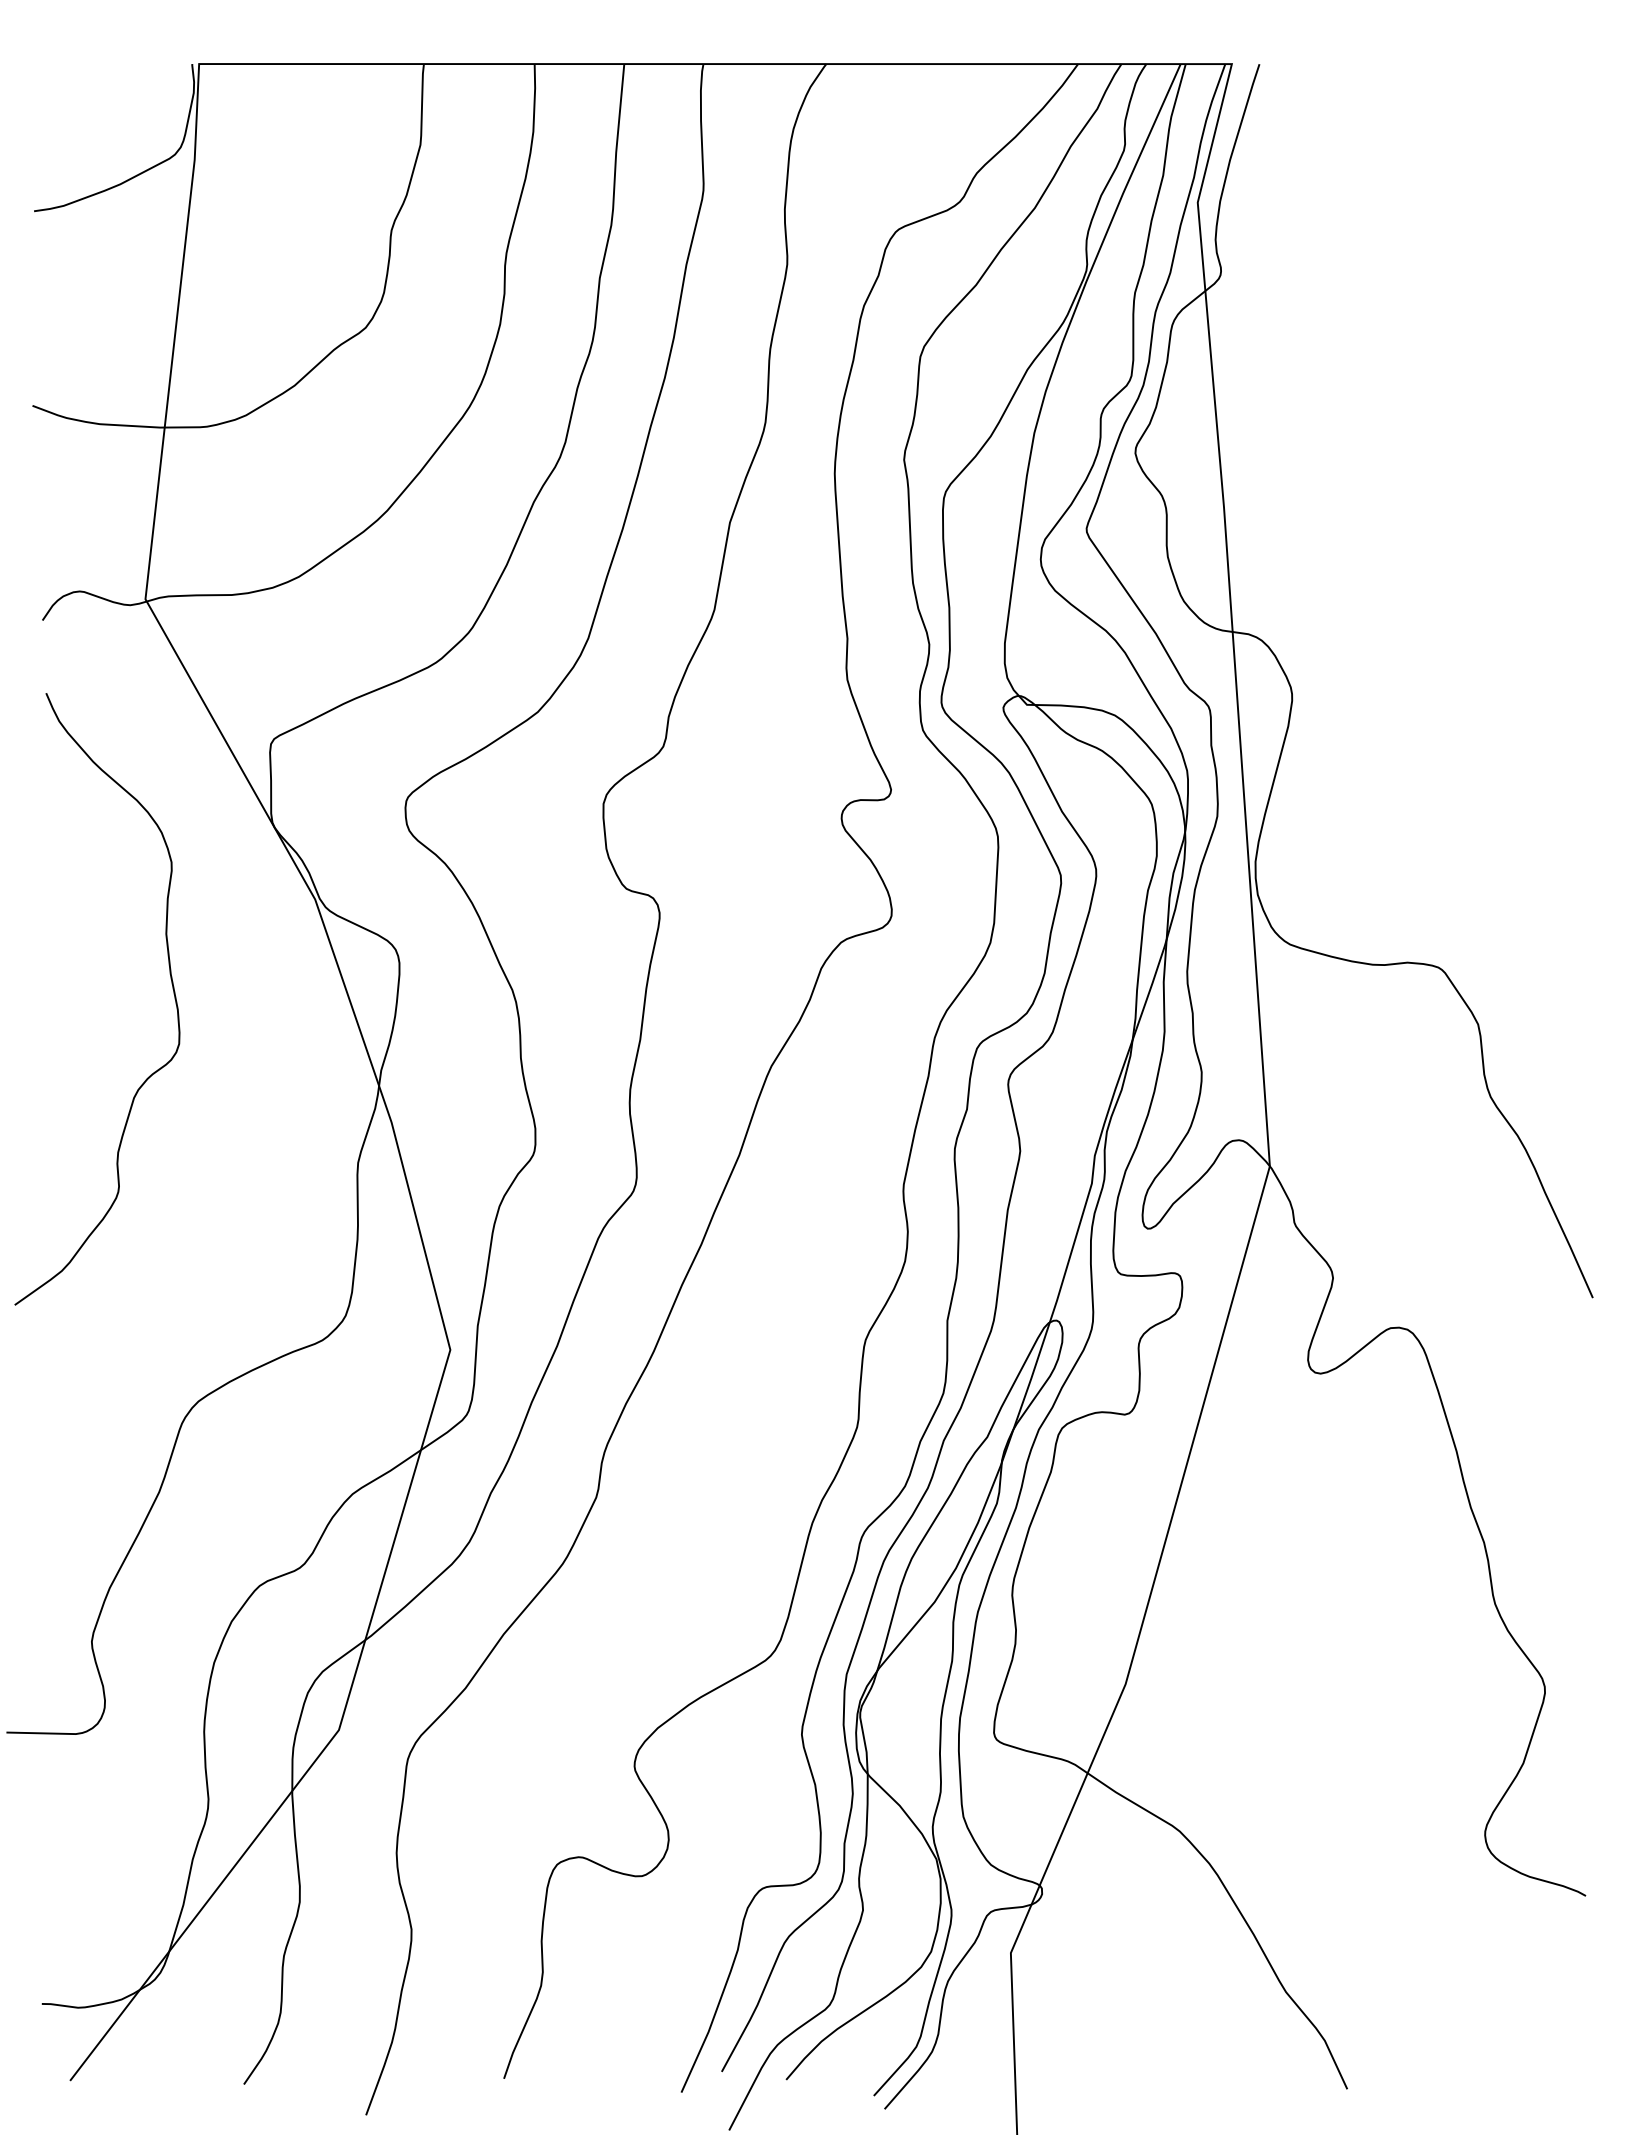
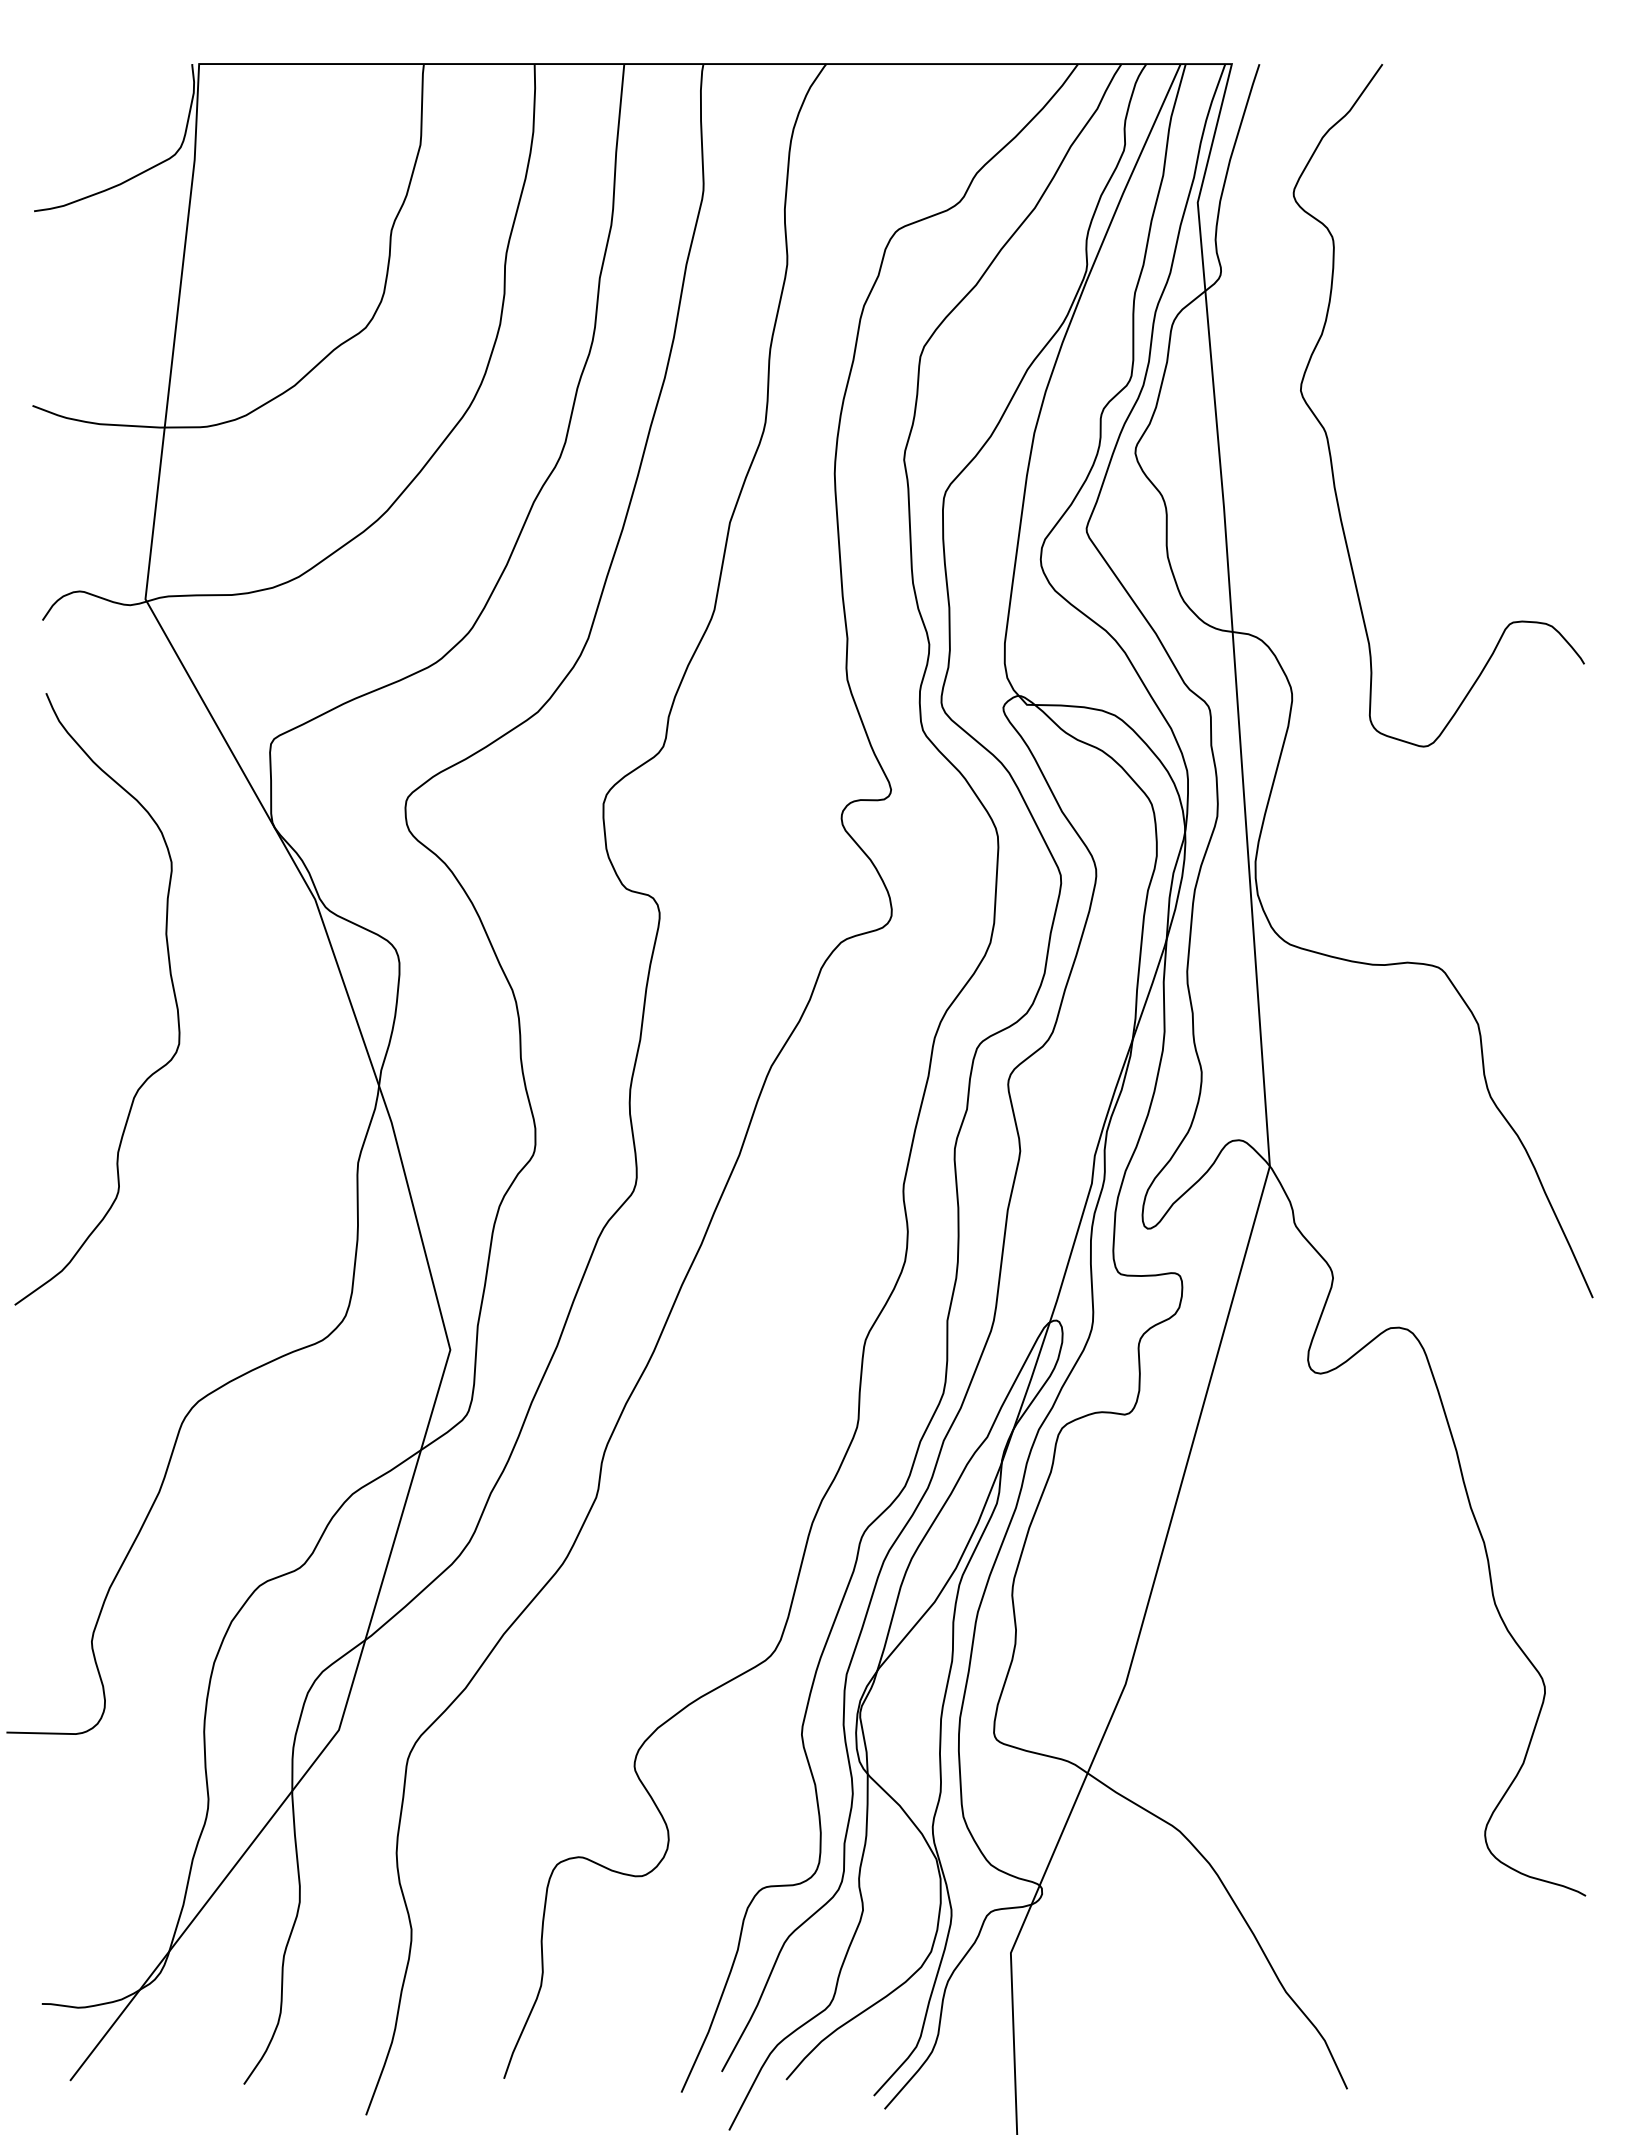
curve at (1327, 434): none -> present
